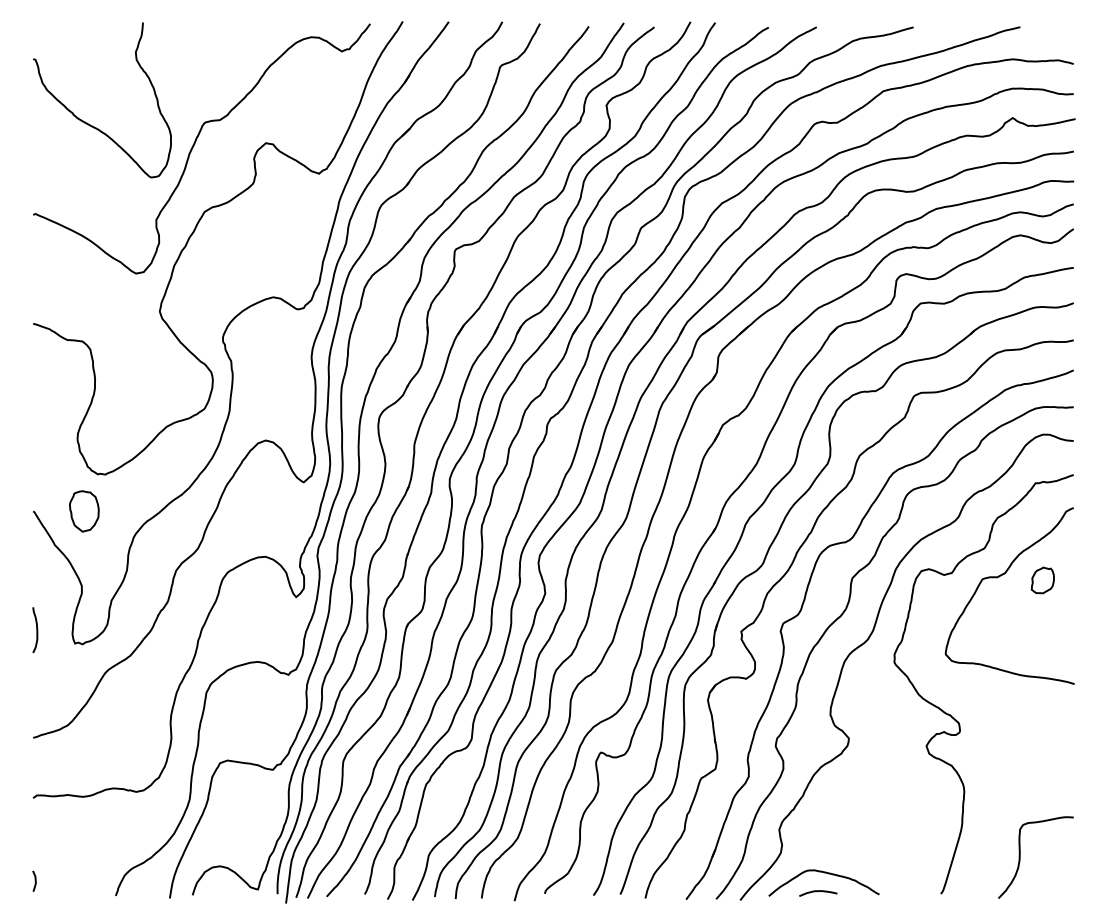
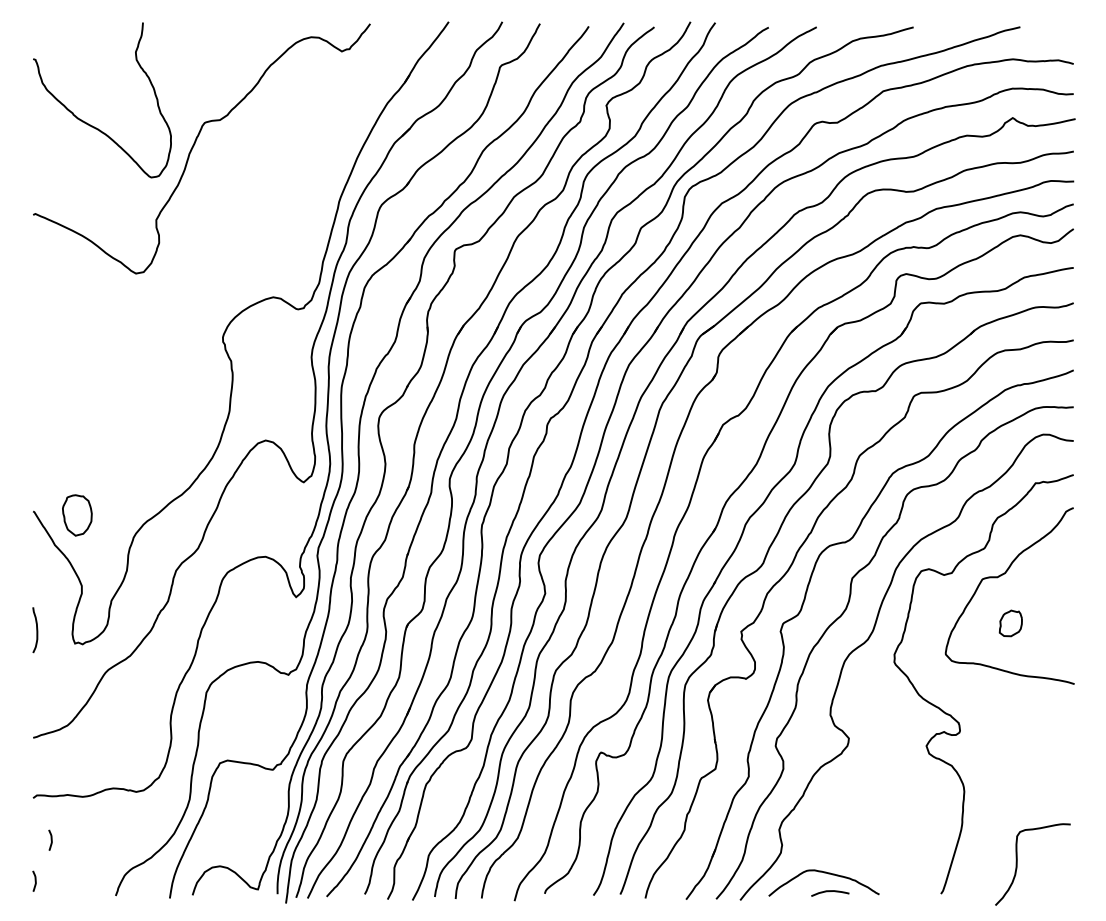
curve at (194, 232): present -> none
part at (84, 511) position: (84, 511) -> (77, 515)
part at (1042, 580) position: (1042, 580) -> (1010, 623)
curve at (50, 839): none -> present
curve at (1020, 857) position: (1020, 857) -> (1017, 864)
curve at (817, 892) position: (817, 892) -> (829, 892)
